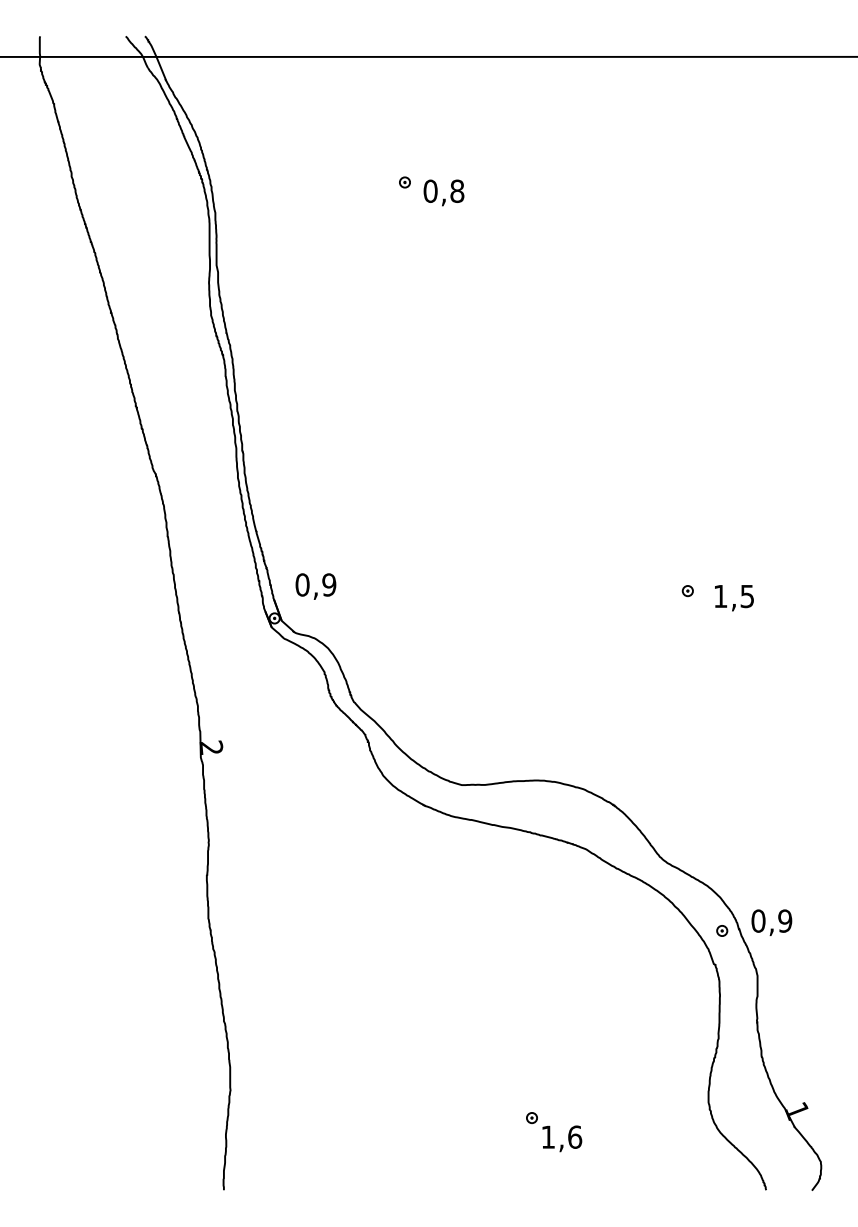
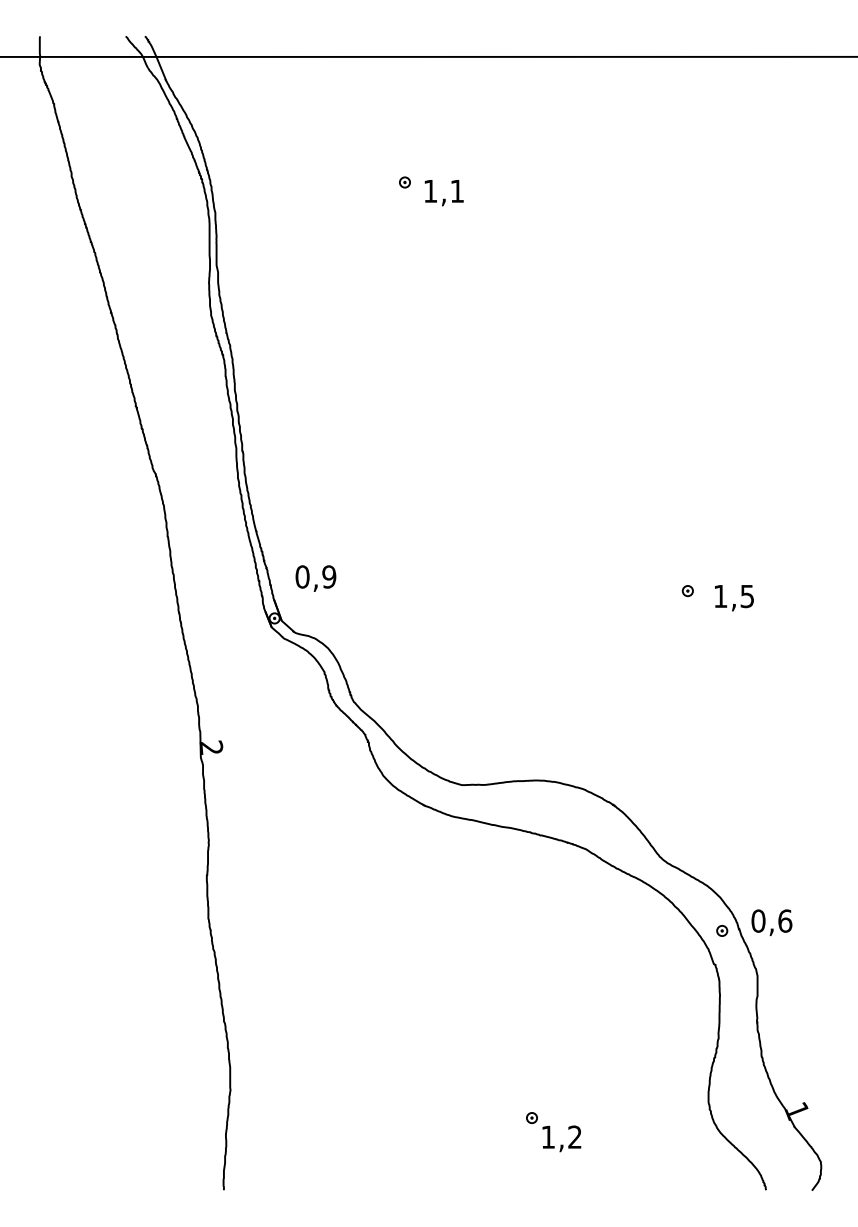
text at (443, 190): 0,8 -> 1,1
text at (315, 586) position: (315, 586) -> (315, 578)
text at (785, 920): 0,9 -> 0,6
text at (575, 1136): 1,6 -> 1,2
